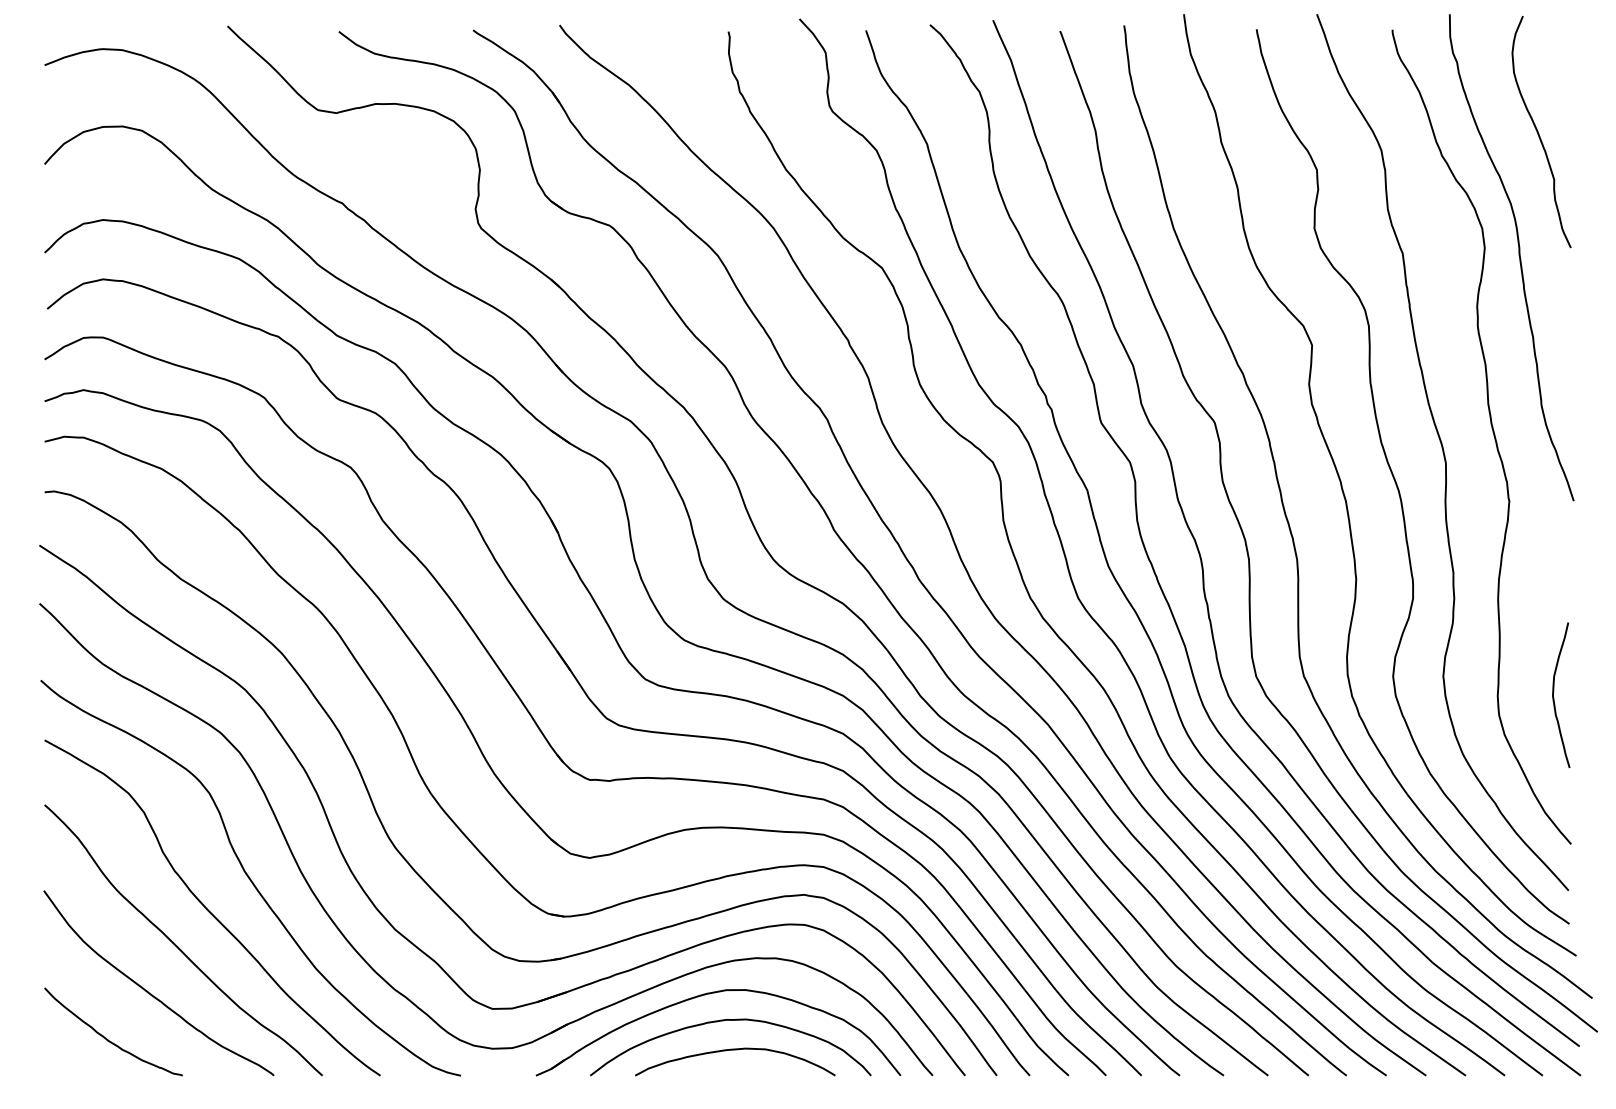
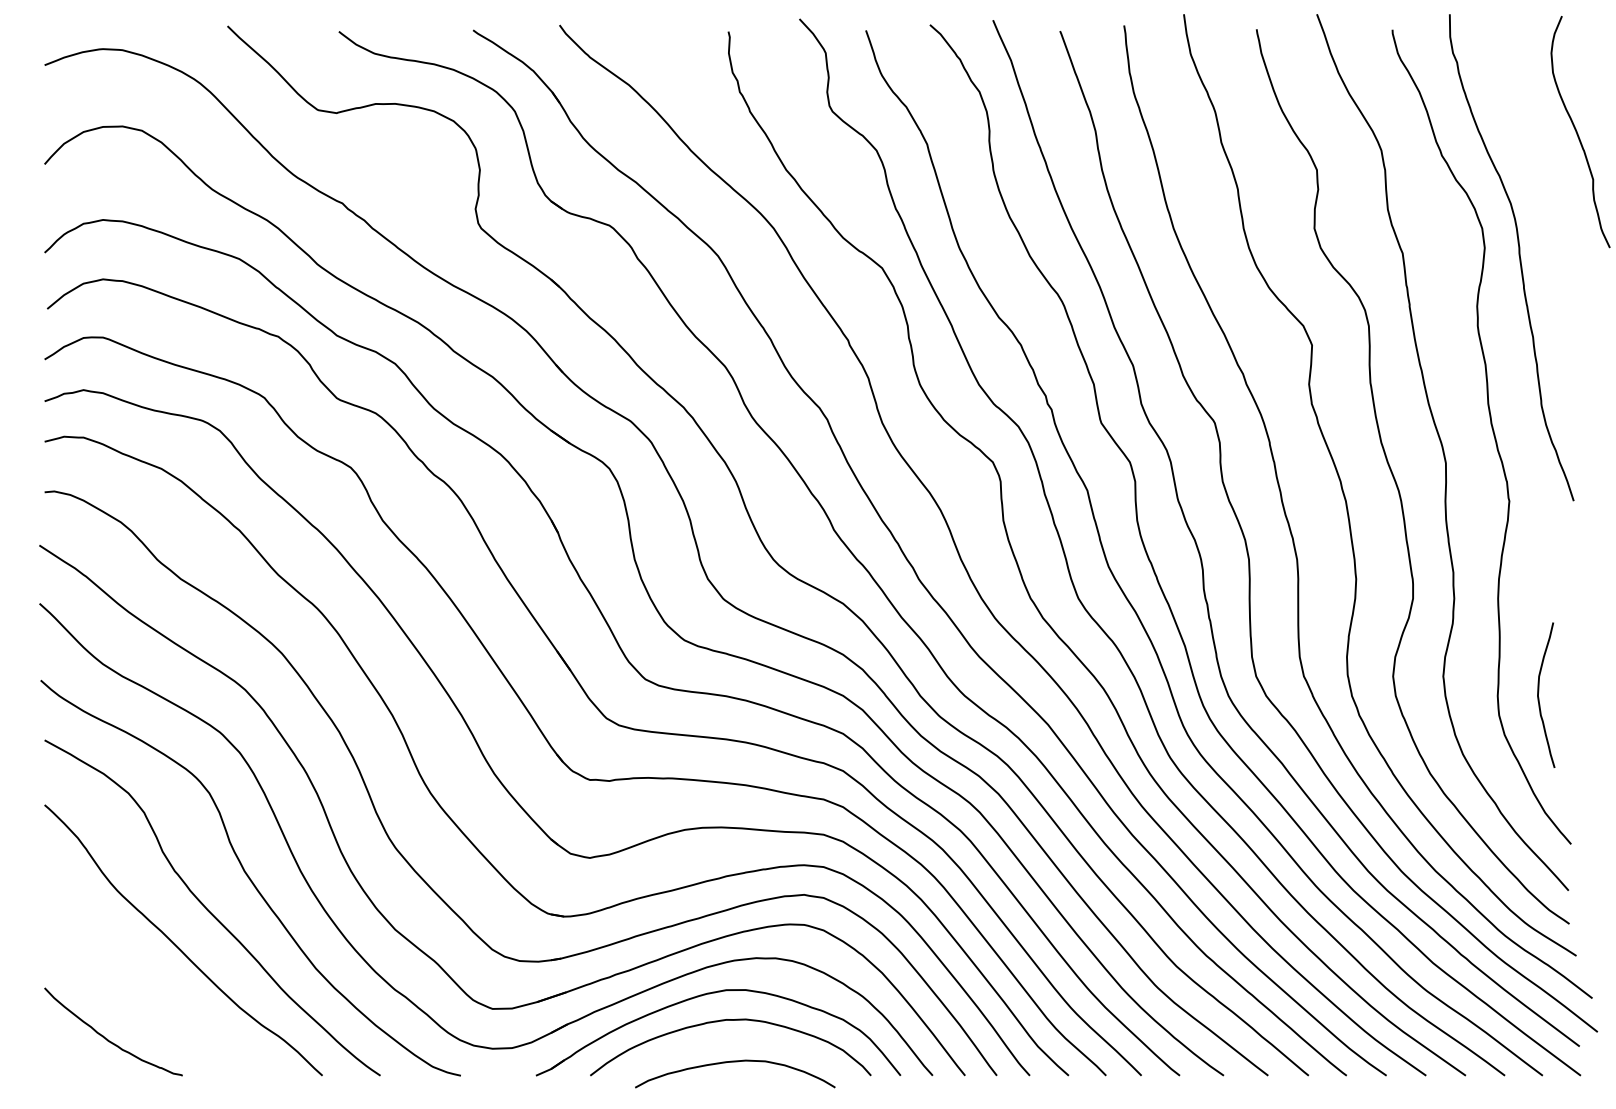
curve at (1539, 133) position: (1539, 133) -> (1578, 133)
curve at (1554, 691) position: (1554, 691) -> (1539, 691)
curve at (151, 993): present -> none
curve at (735, 1050) position: (735, 1050) -> (735, 1062)
